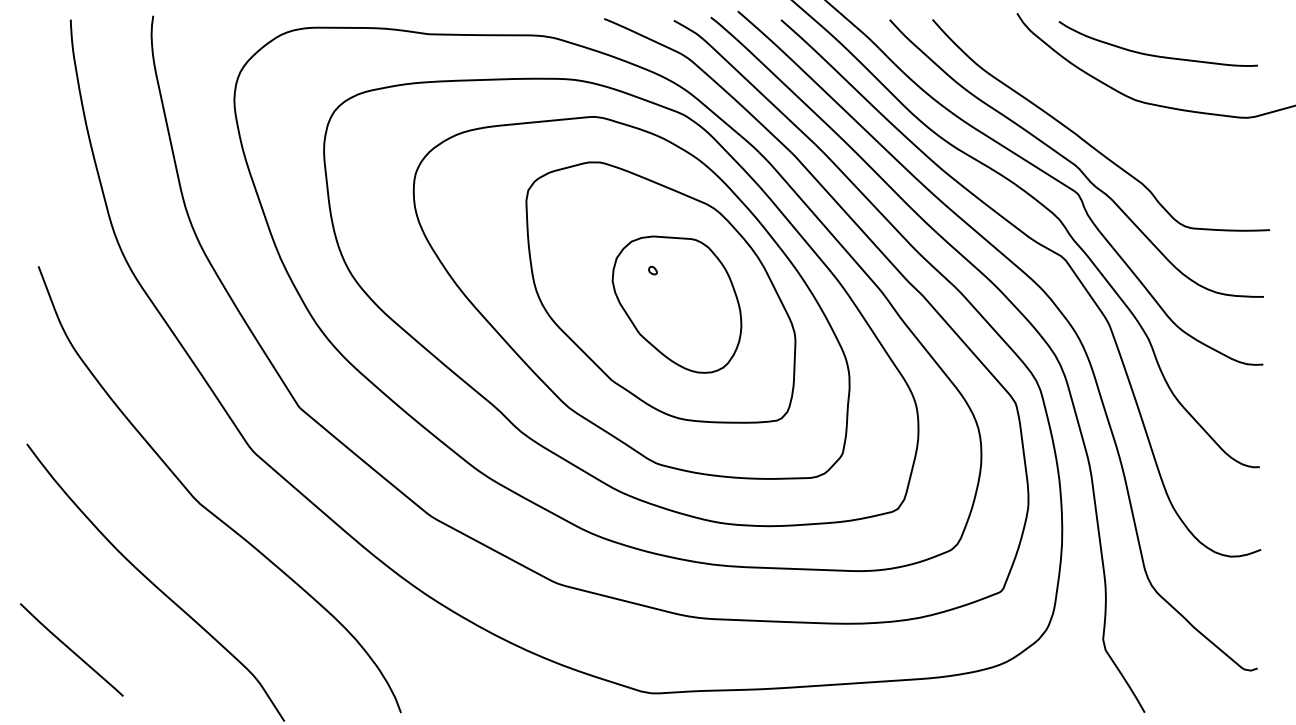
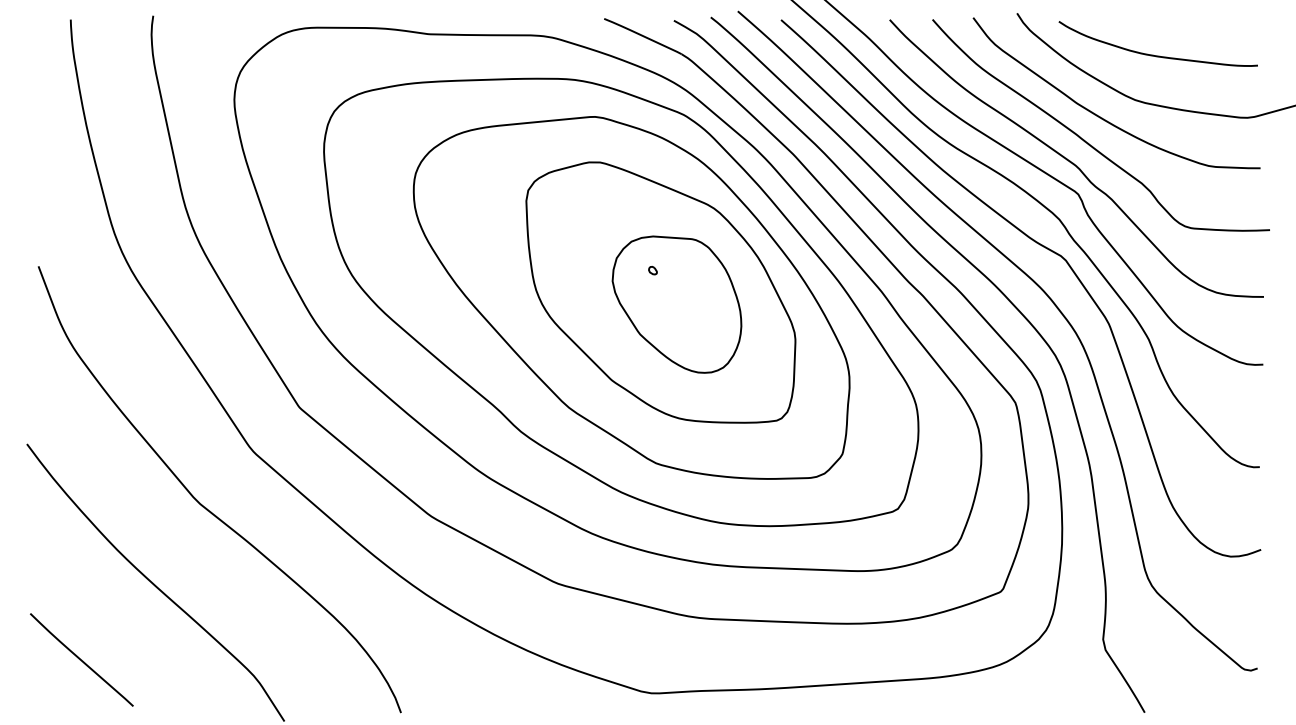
curve at (1102, 117): none -> present
line at (71, 649) position: (71, 649) -> (81, 659)
